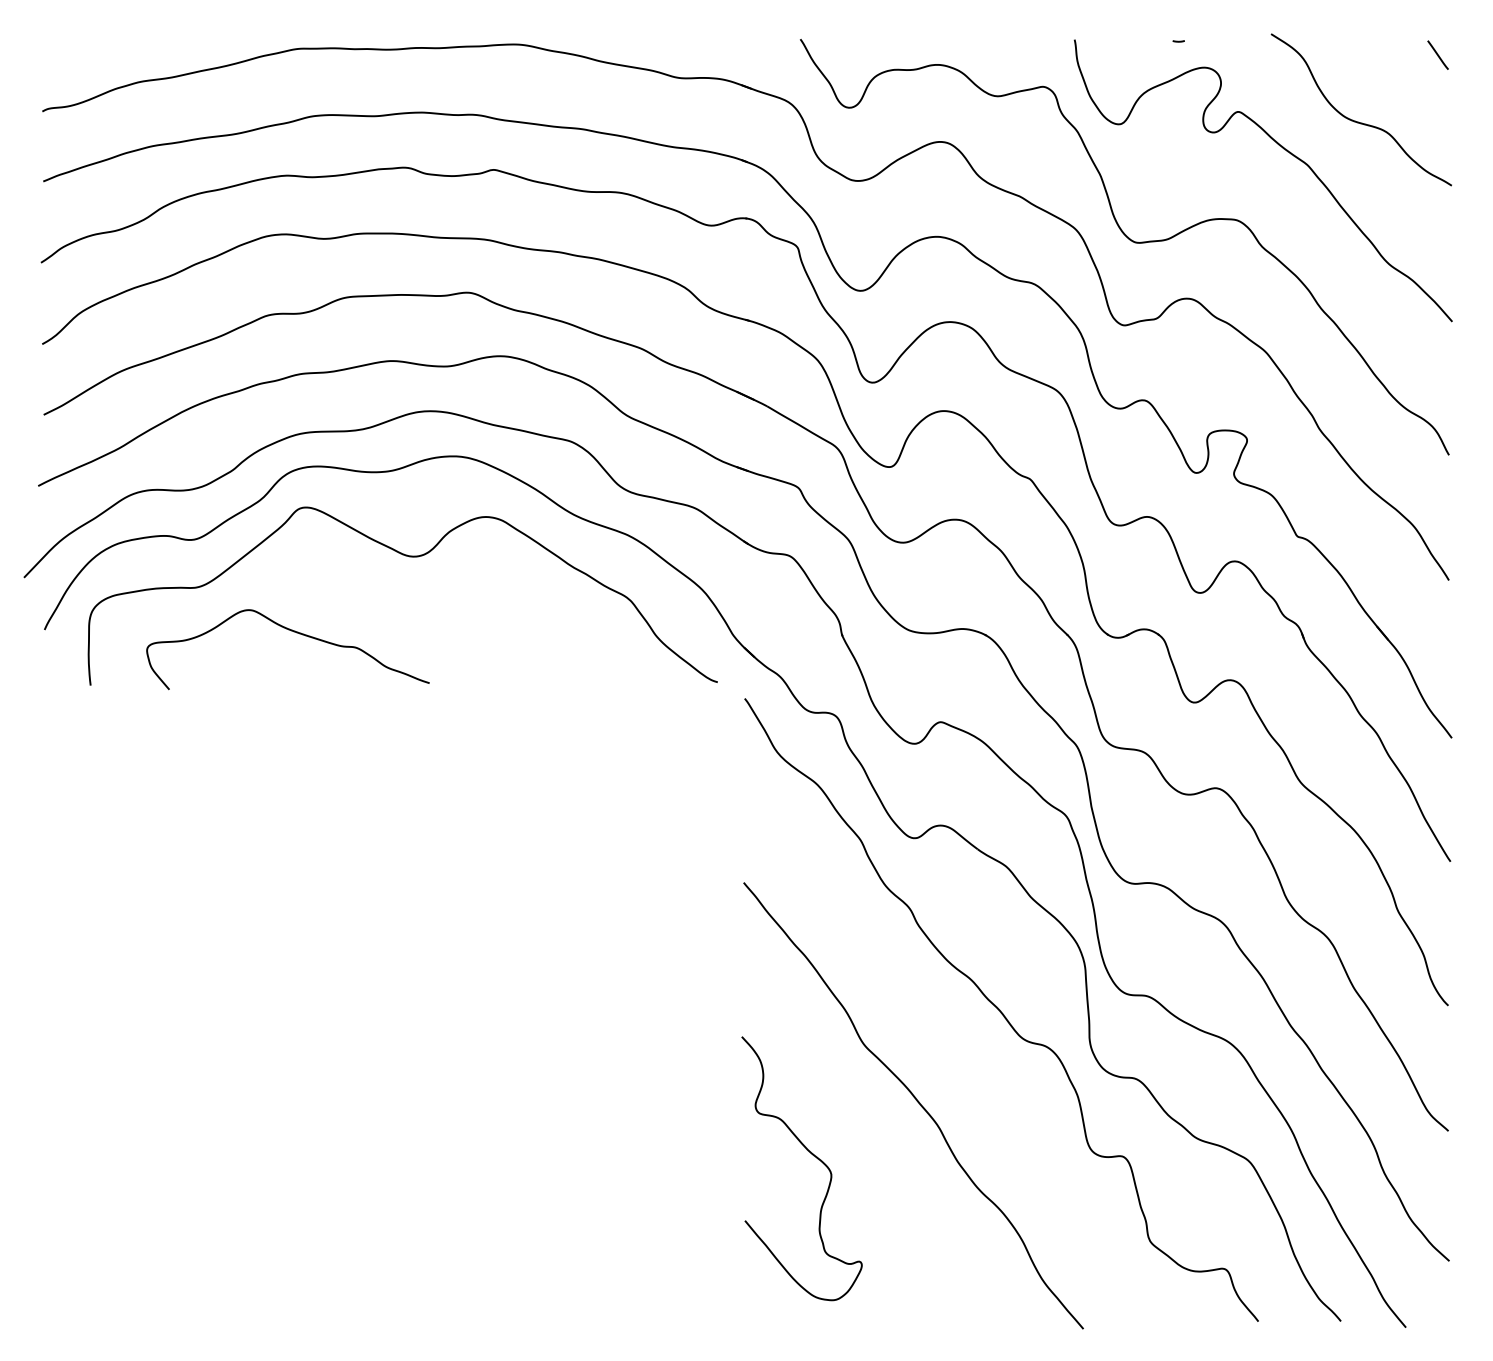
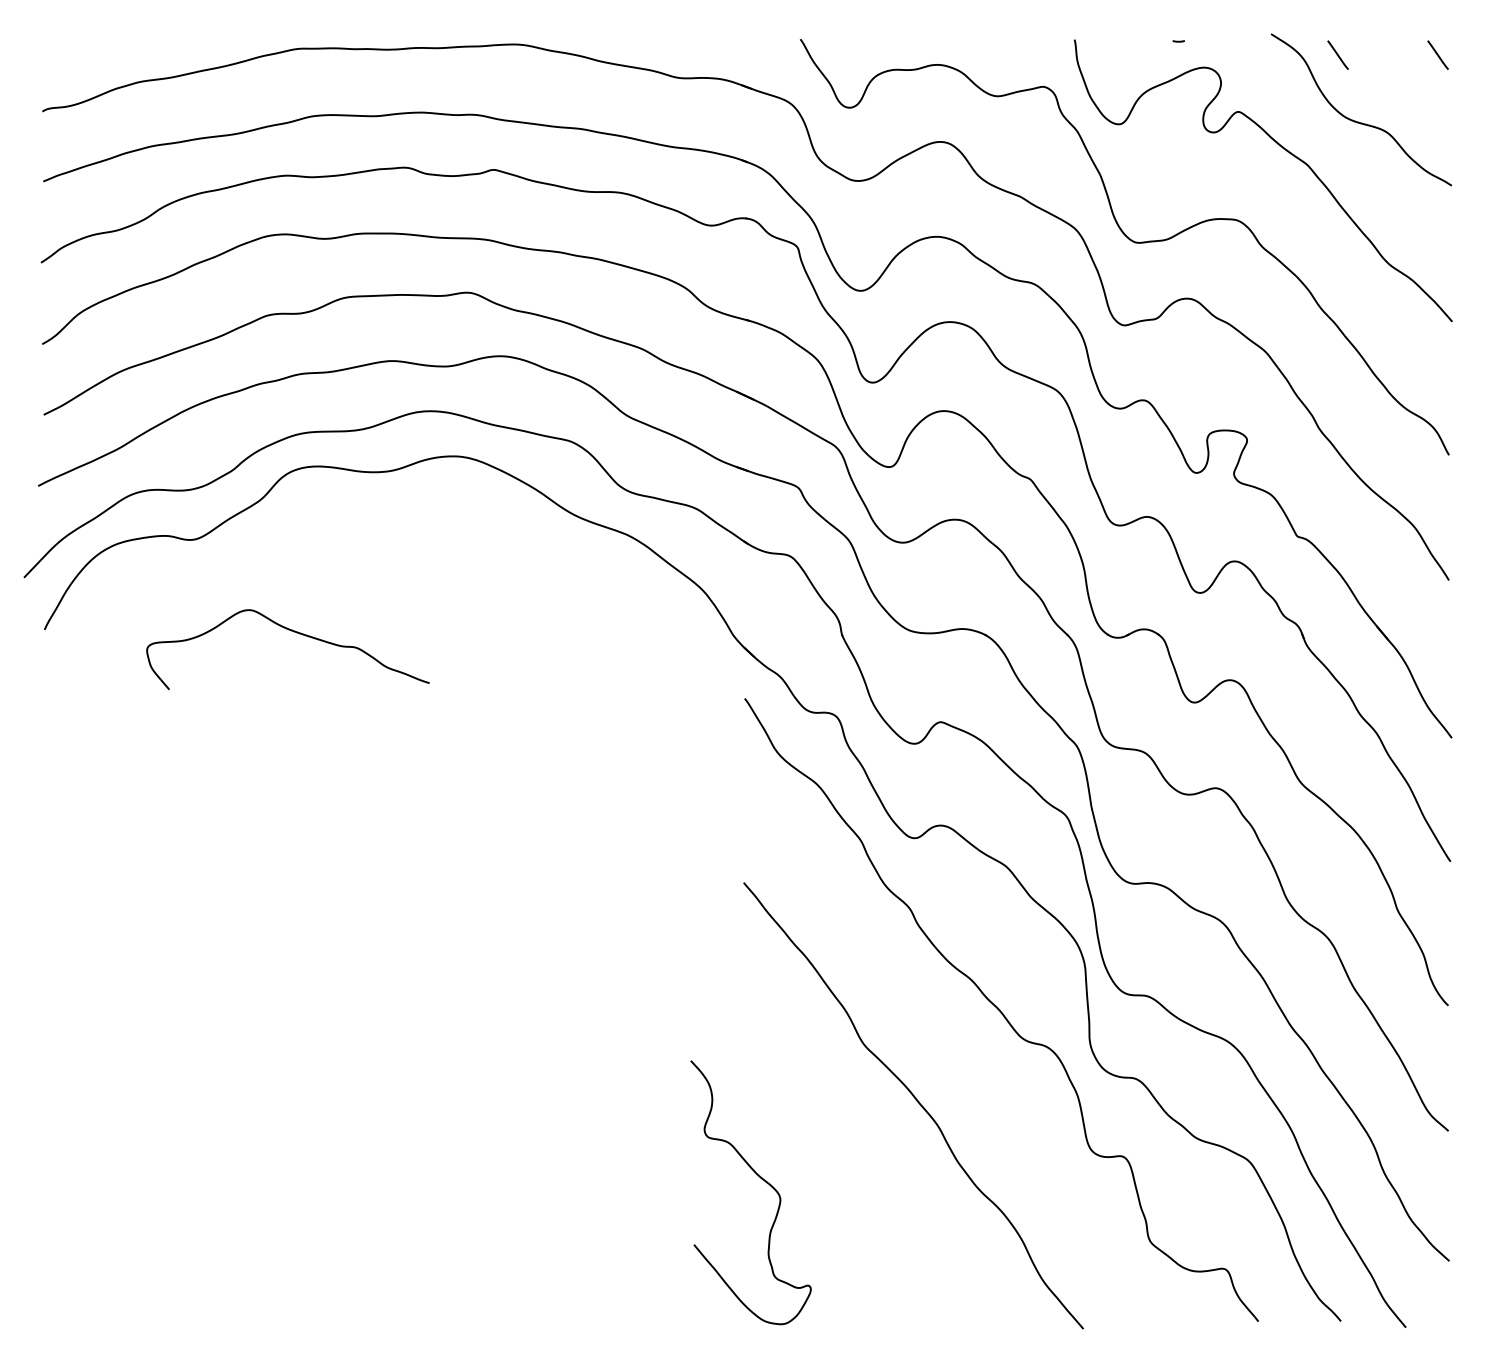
line at (1337, 54): none -> present
curve at (409, 557): present -> none
curve at (813, 1156) position: (813, 1156) -> (762, 1180)
